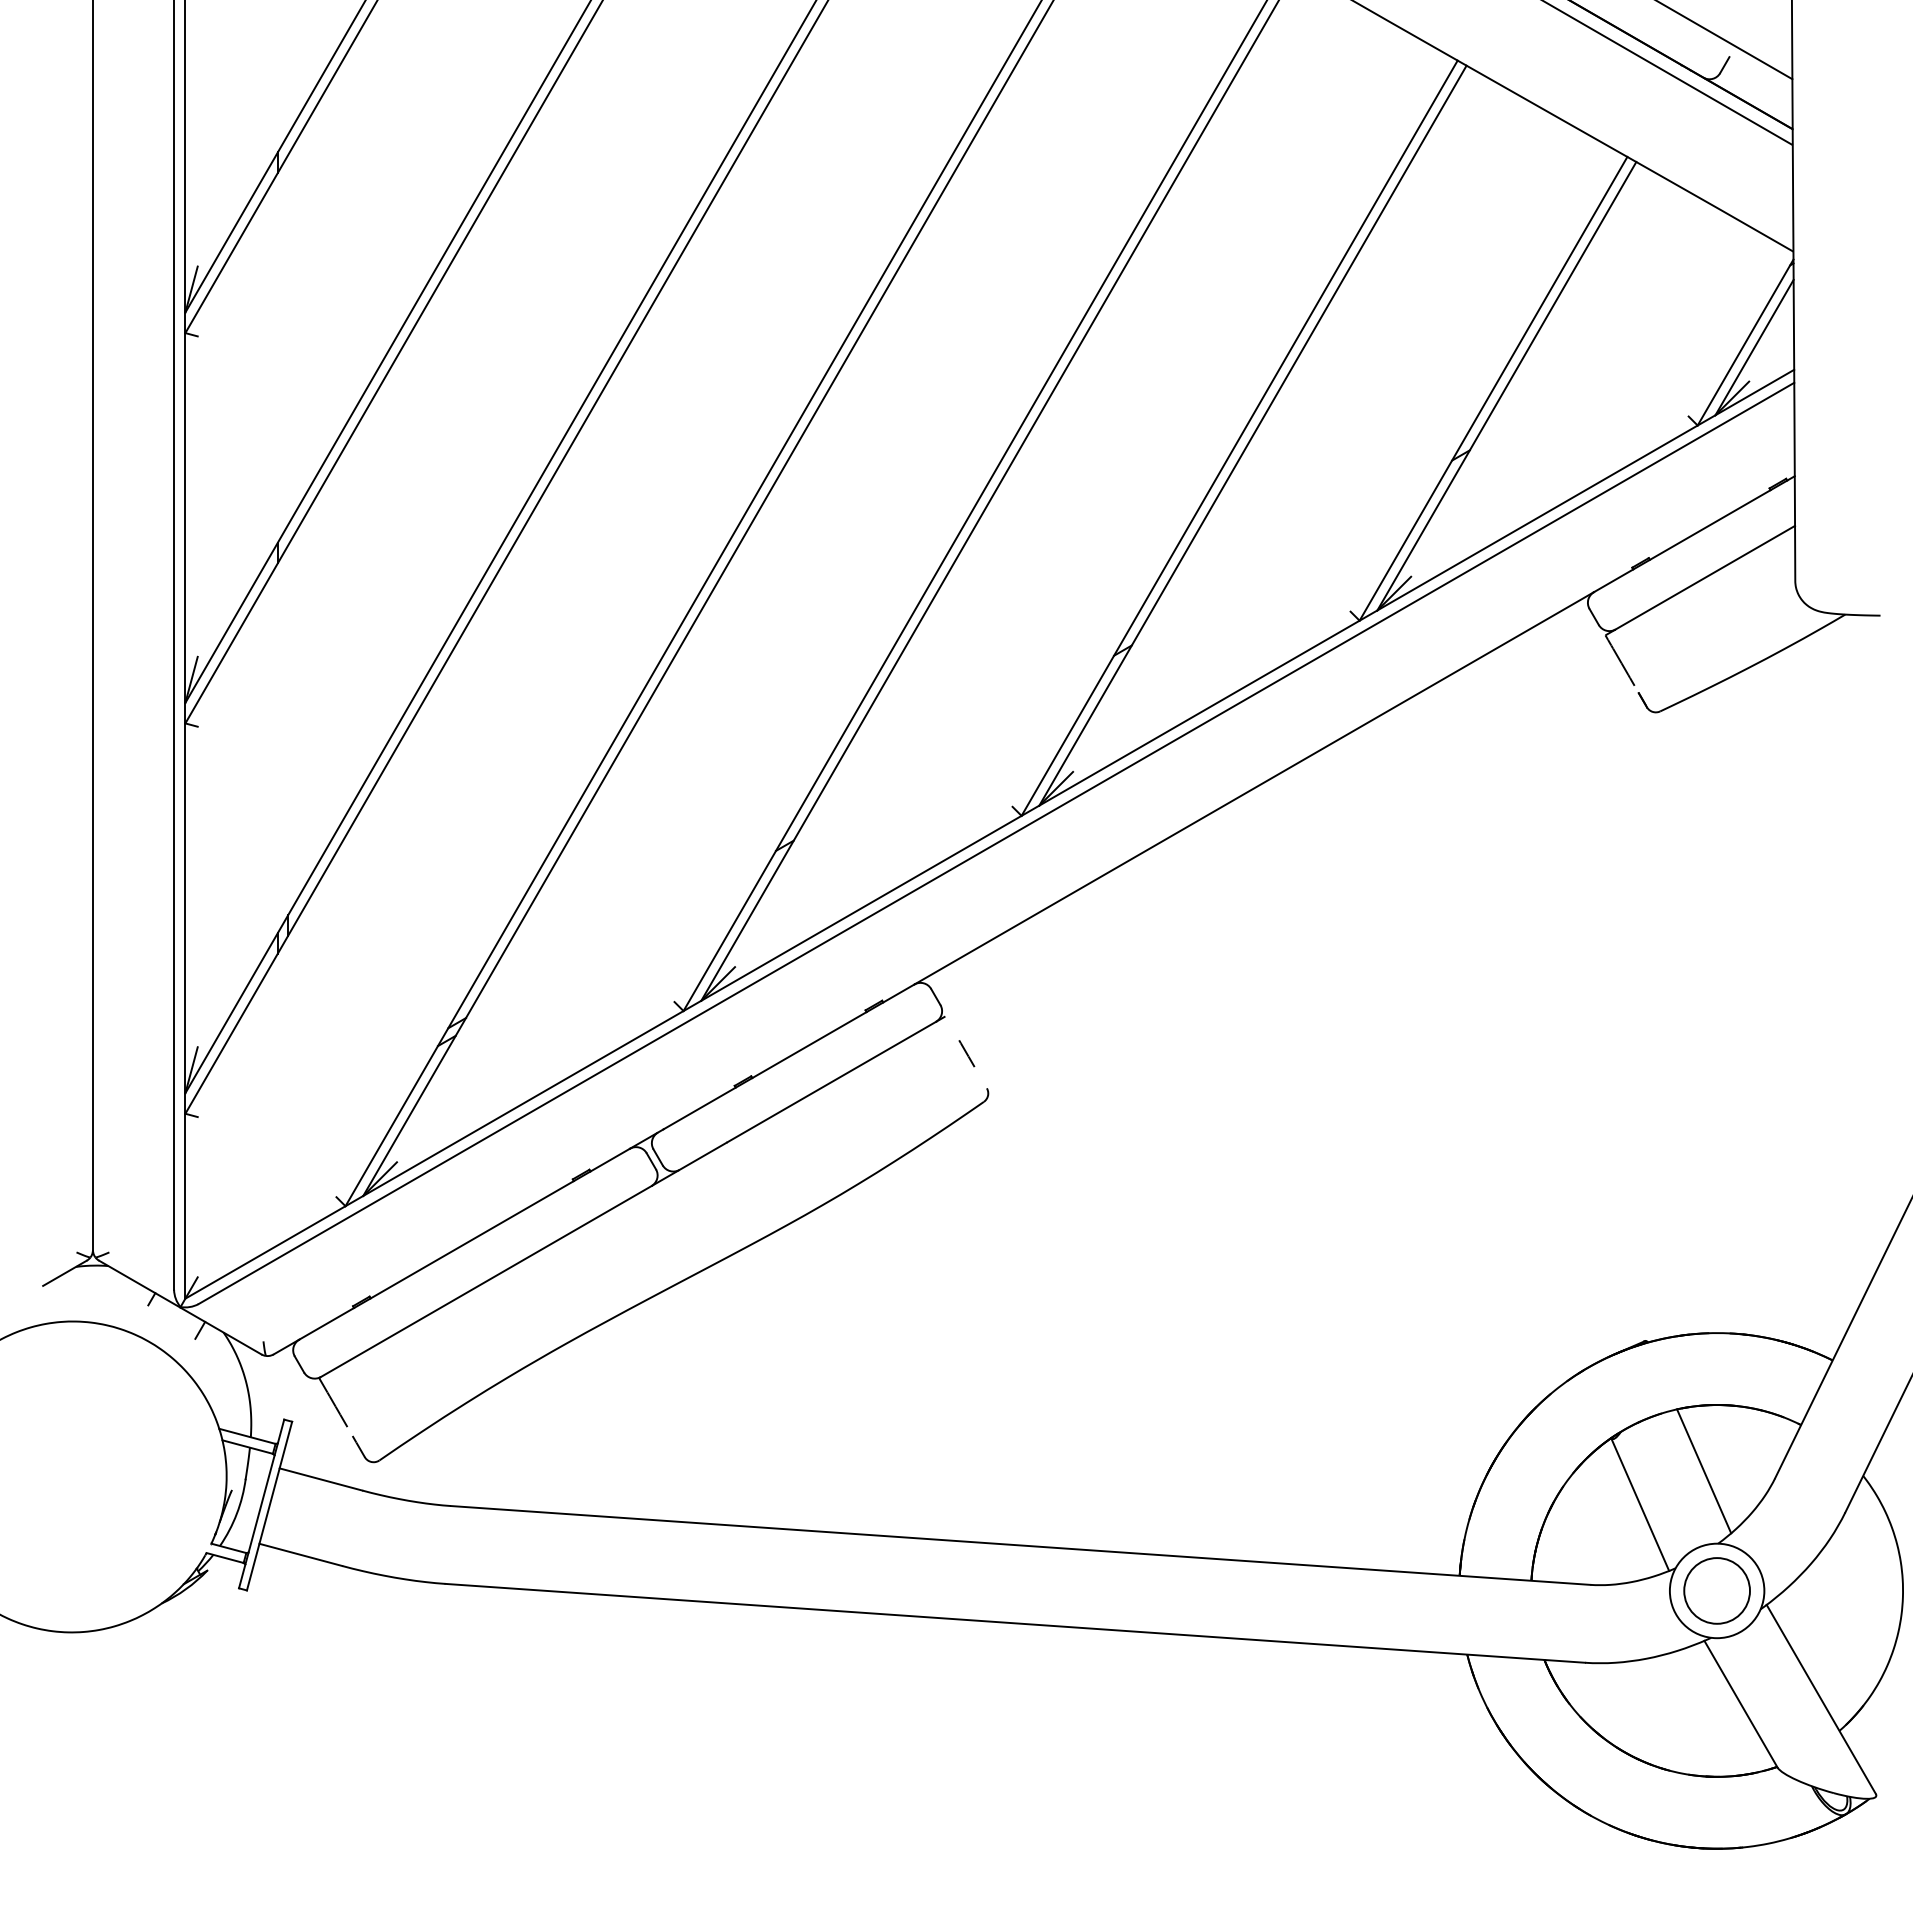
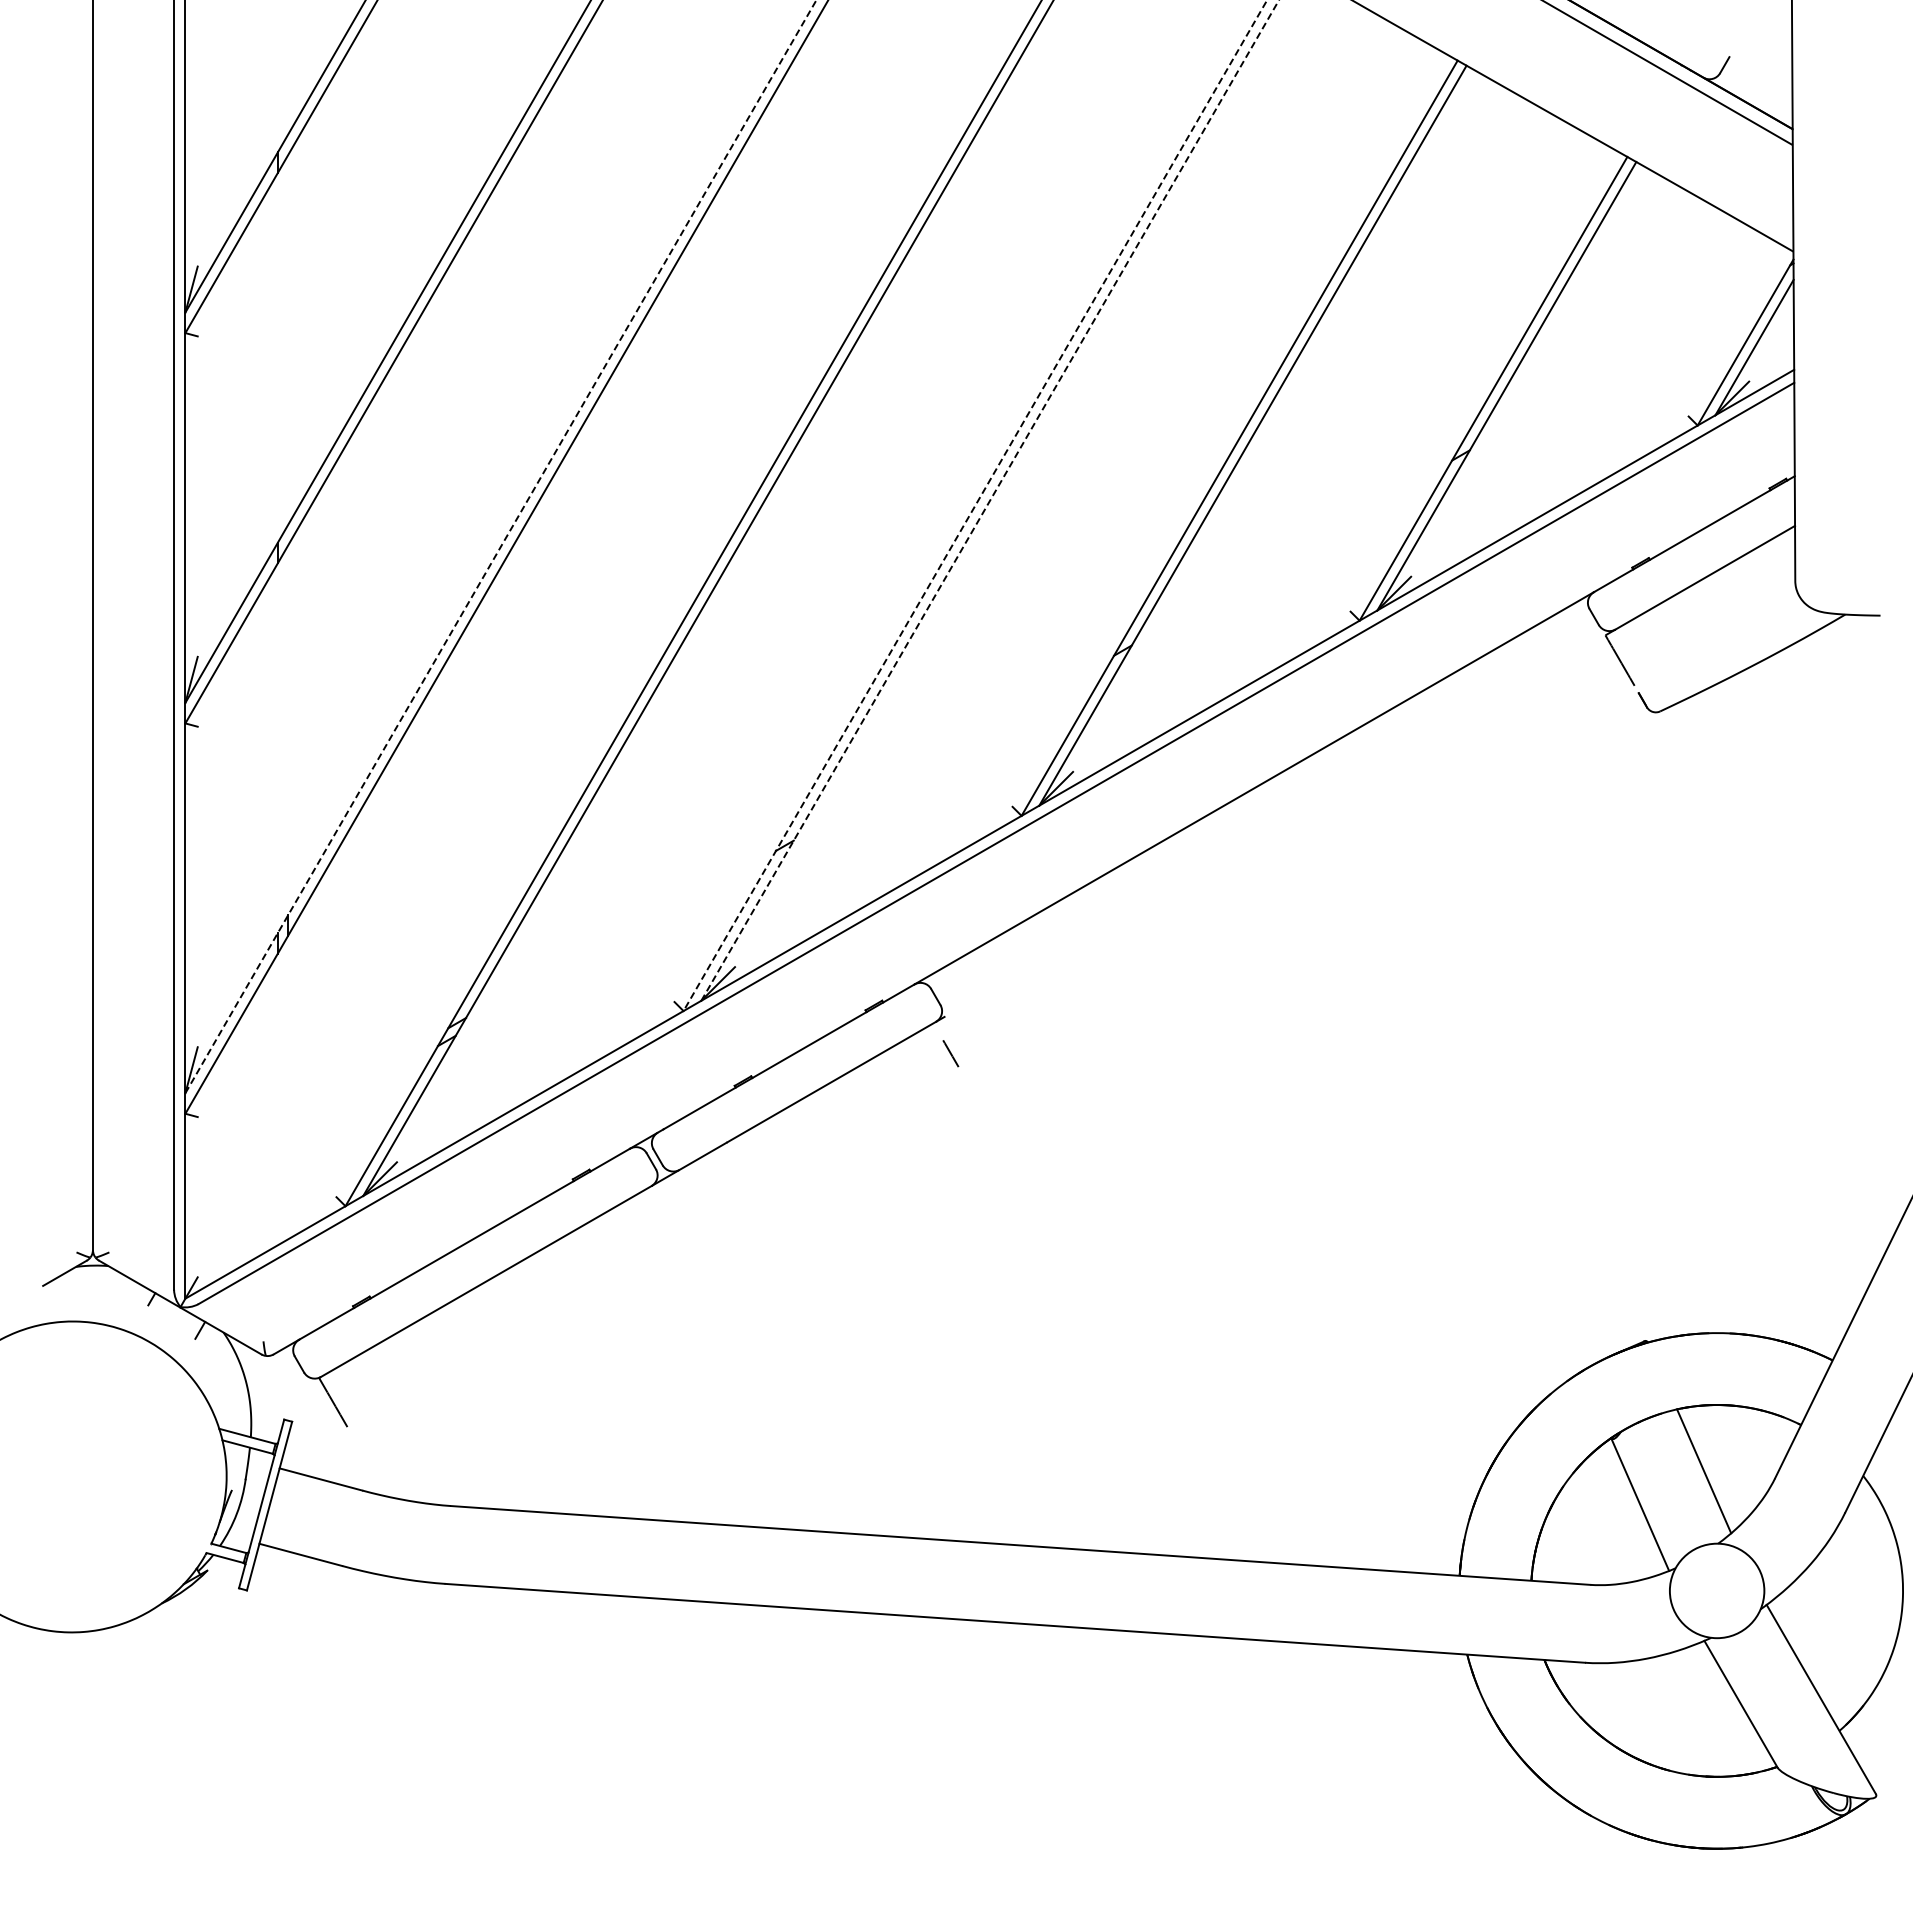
line at (1725, 40): present -> none
line at (990, 500): solid -> dashed
line at (975, 505): solid -> dashed
line at (500, 546): solid -> dashed
line at (966, 1053) position: (966, 1053) -> (950, 1053)
part at (675, 1283): present -> none
circle at (1716, 1590): present -> none
